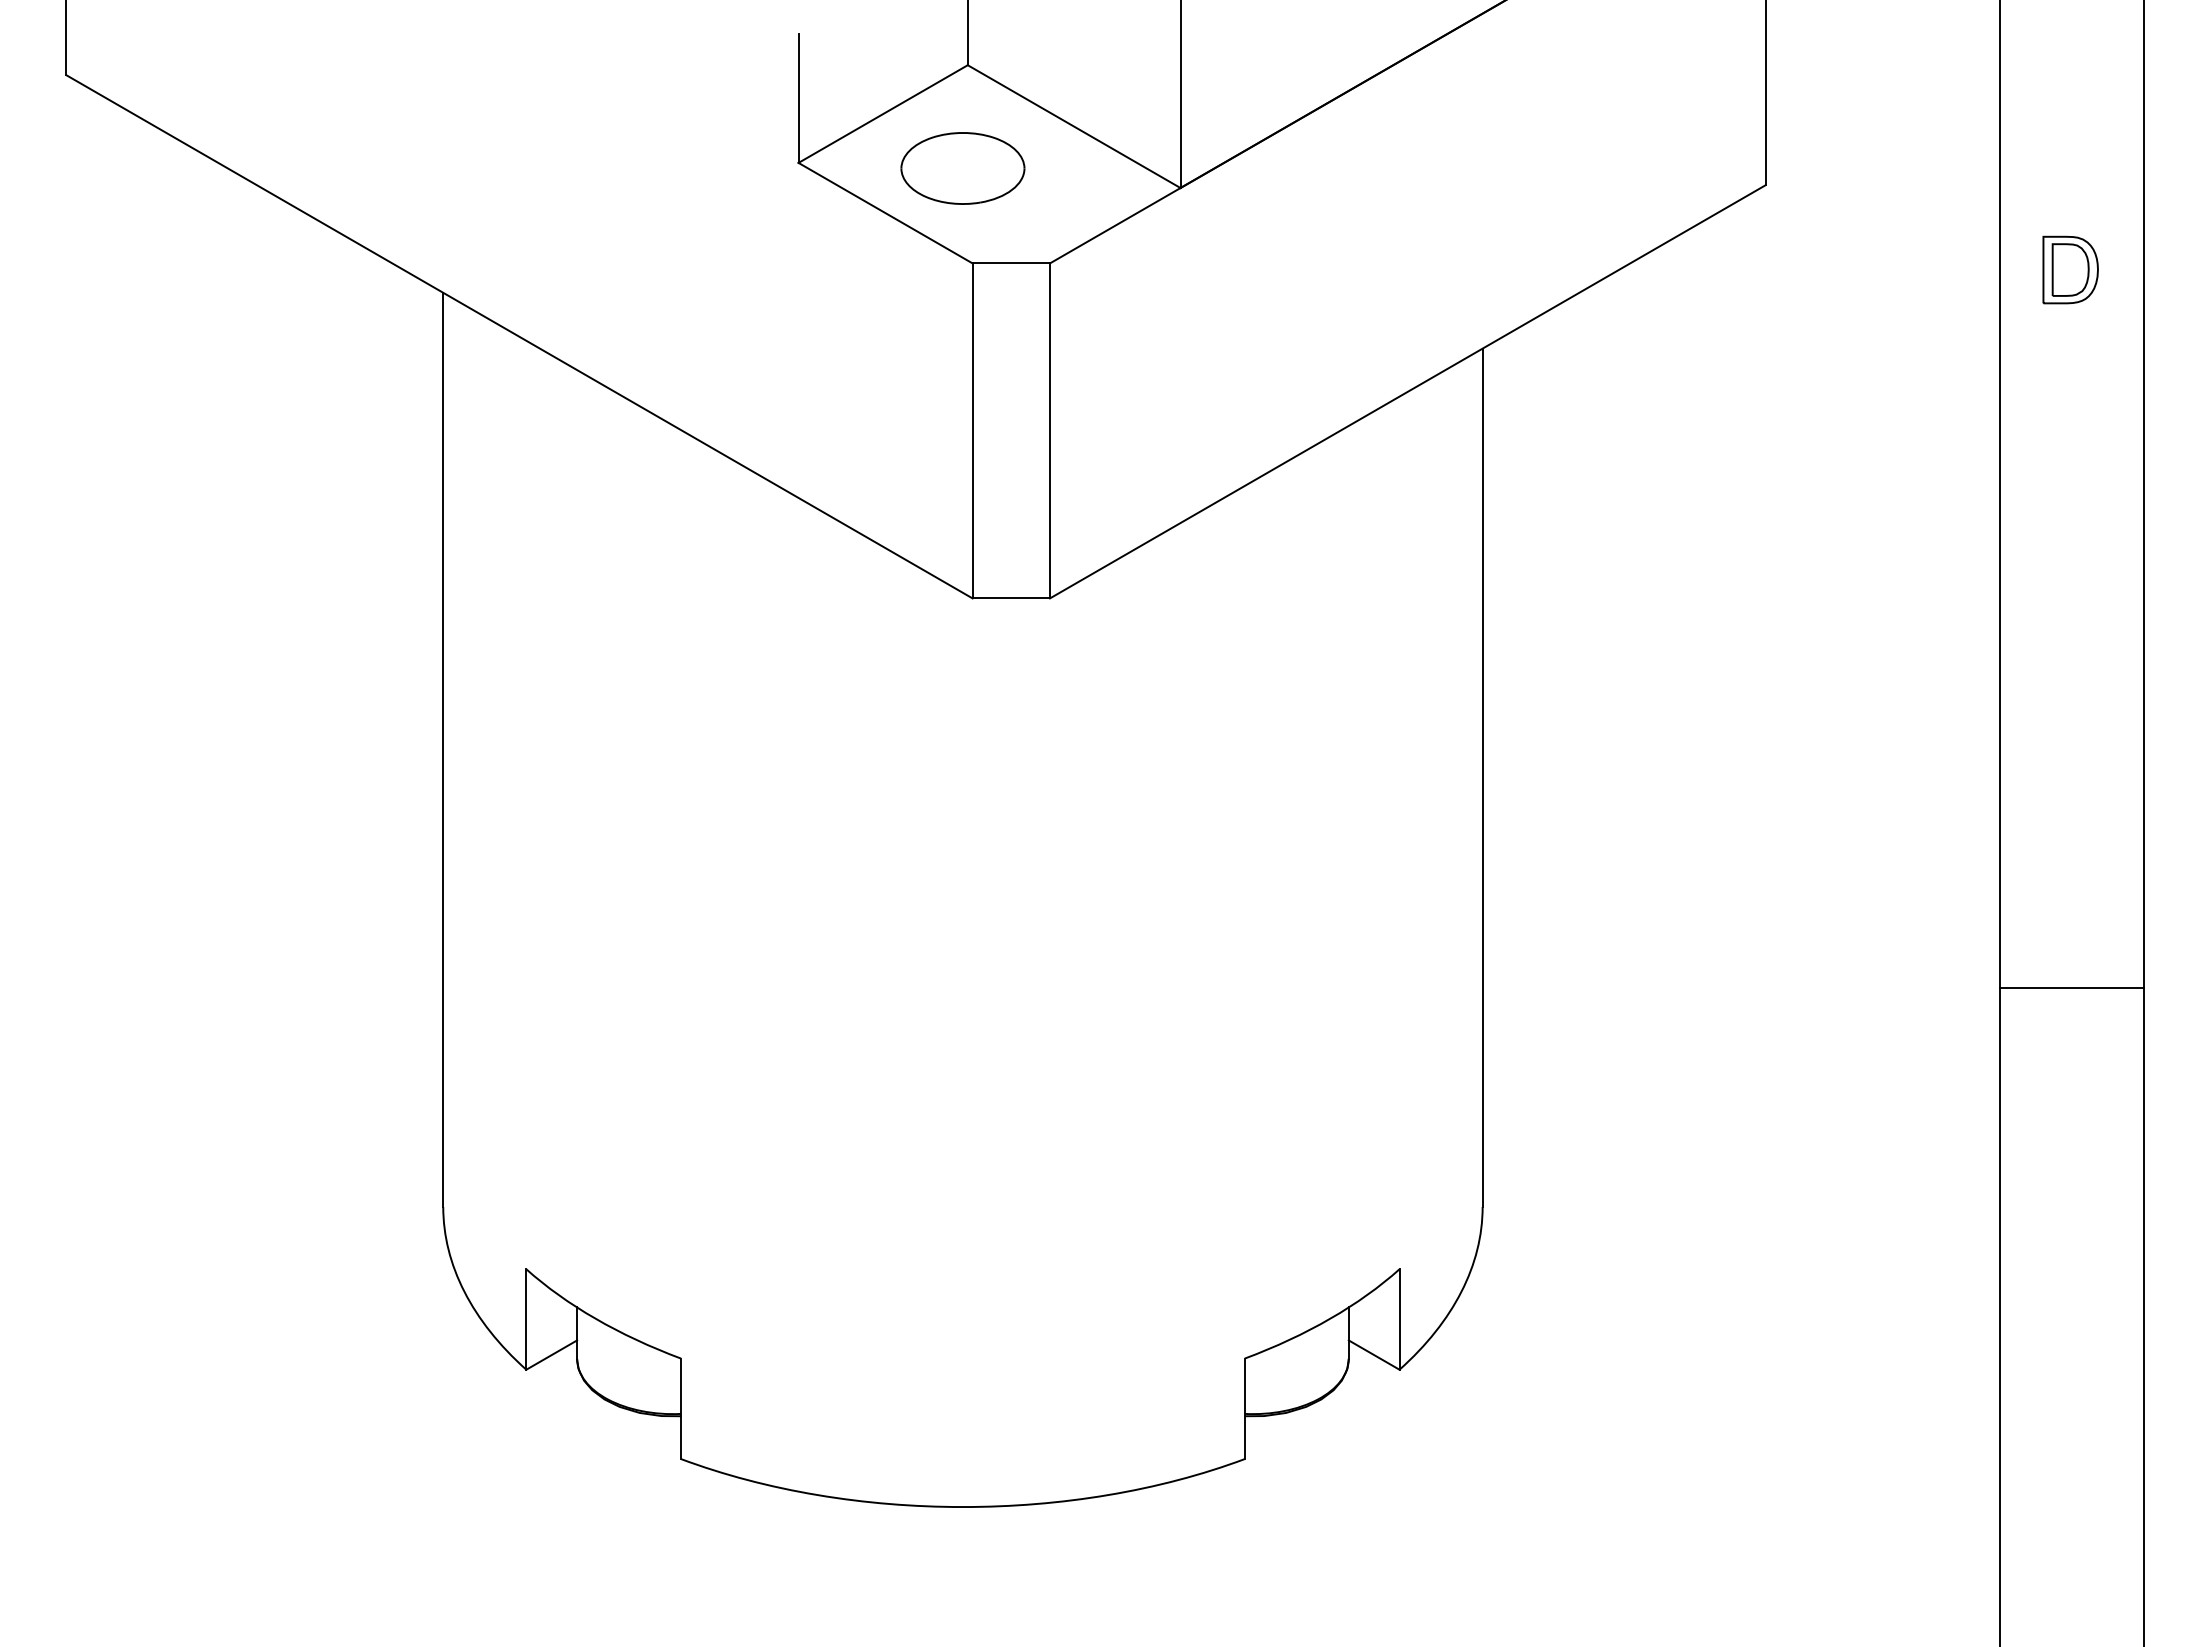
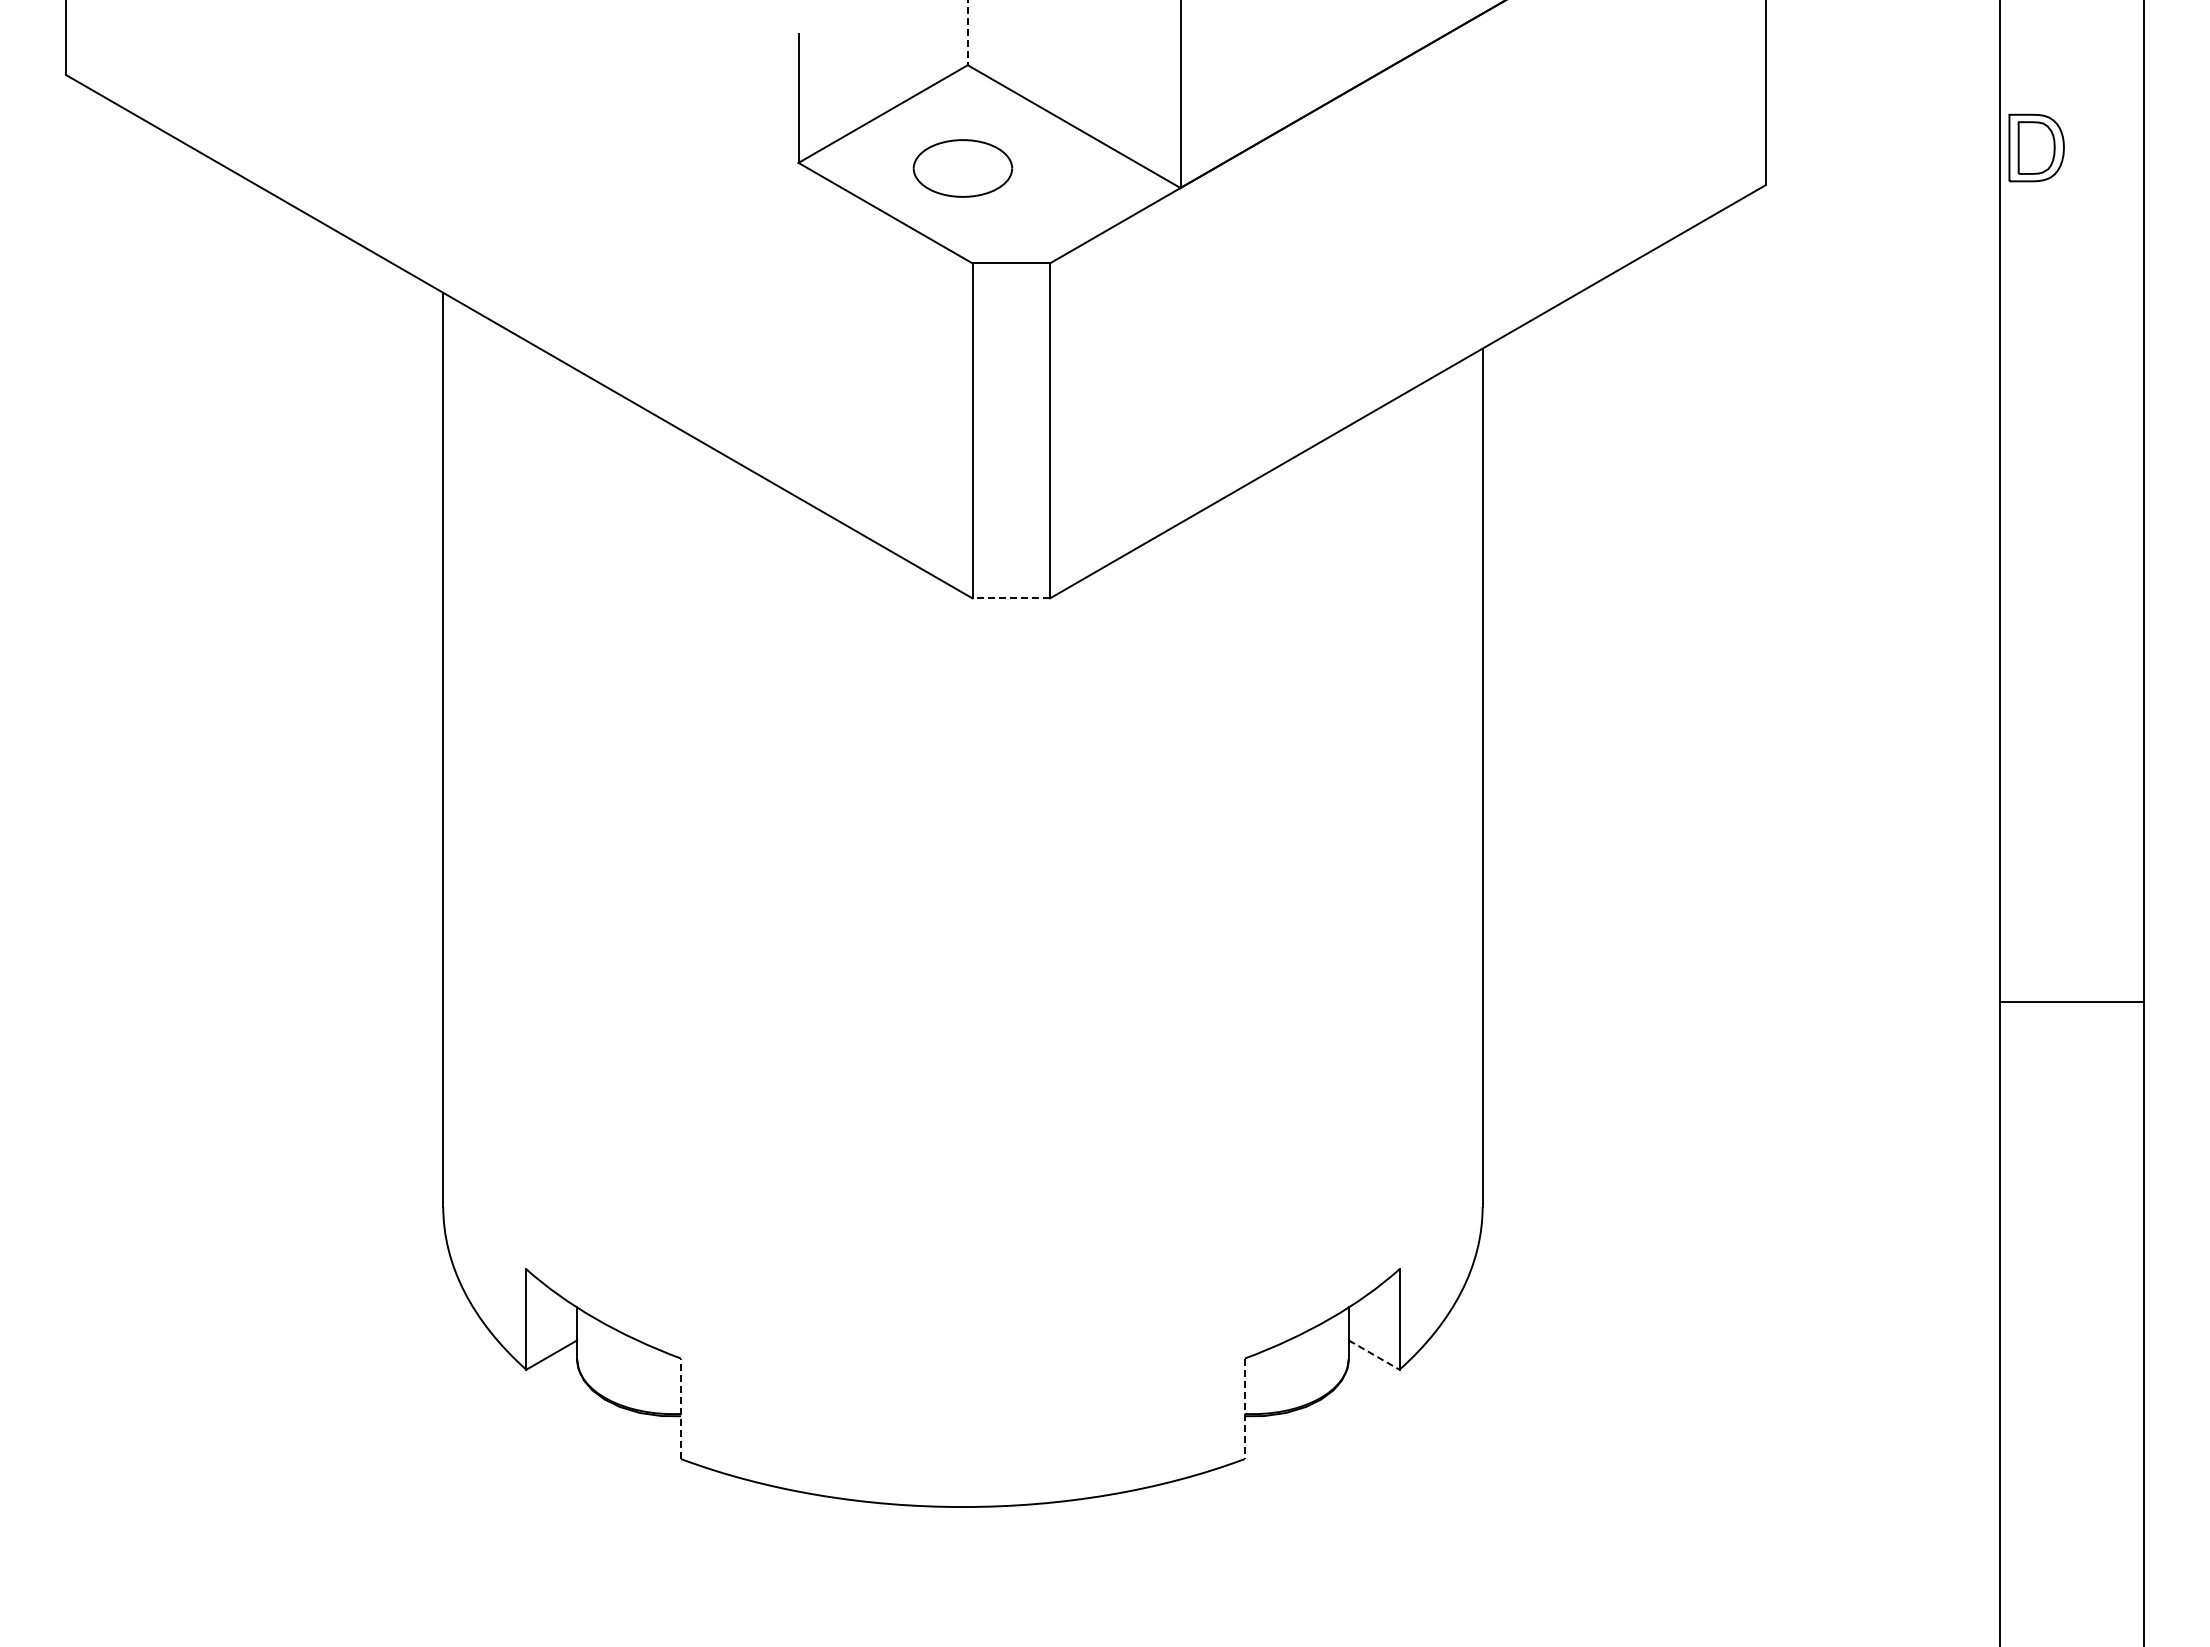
line at (967, 33): solid -> dashed
part at (962, 168) size: 126x73 px -> 102x59 px
part at (2070, 269) position: (2070, 269) -> (2036, 147)
line at (1011, 598): solid -> dashed
line at (2071, 988) position: (2071, 988) -> (2071, 1002)
line at (1374, 1355): solid -> dashed
line at (681, 1408): solid -> dashed
line at (1244, 1409): solid -> dashed
